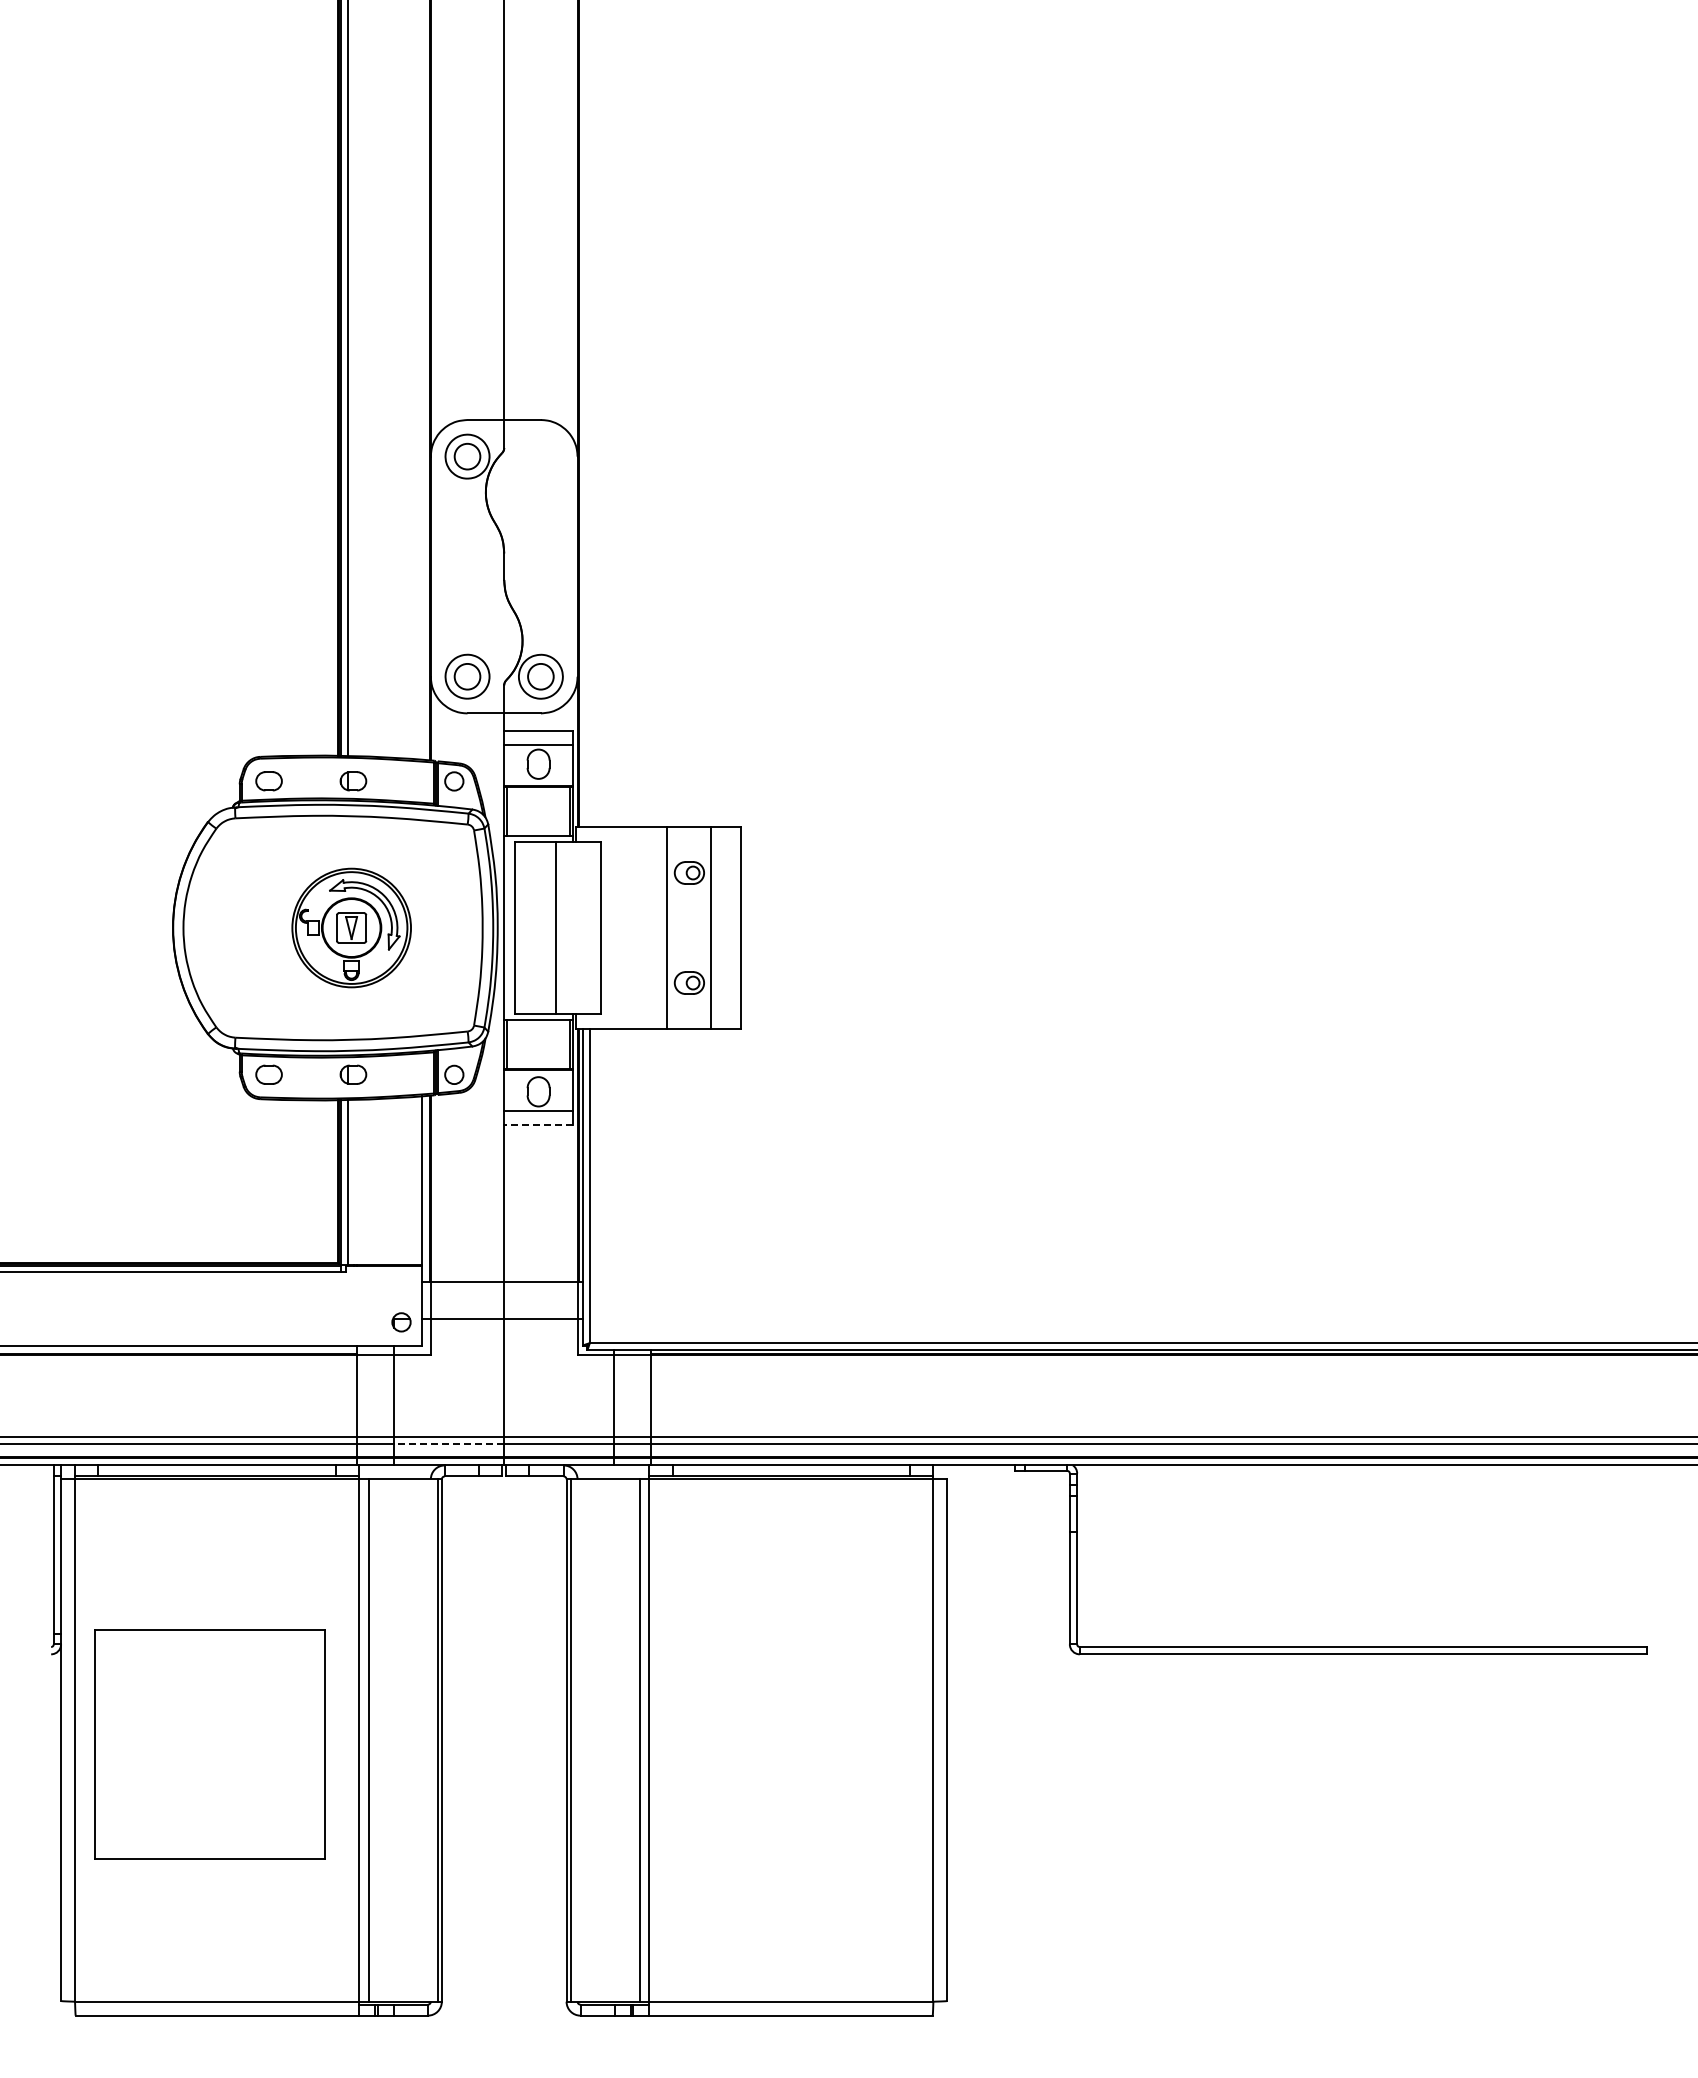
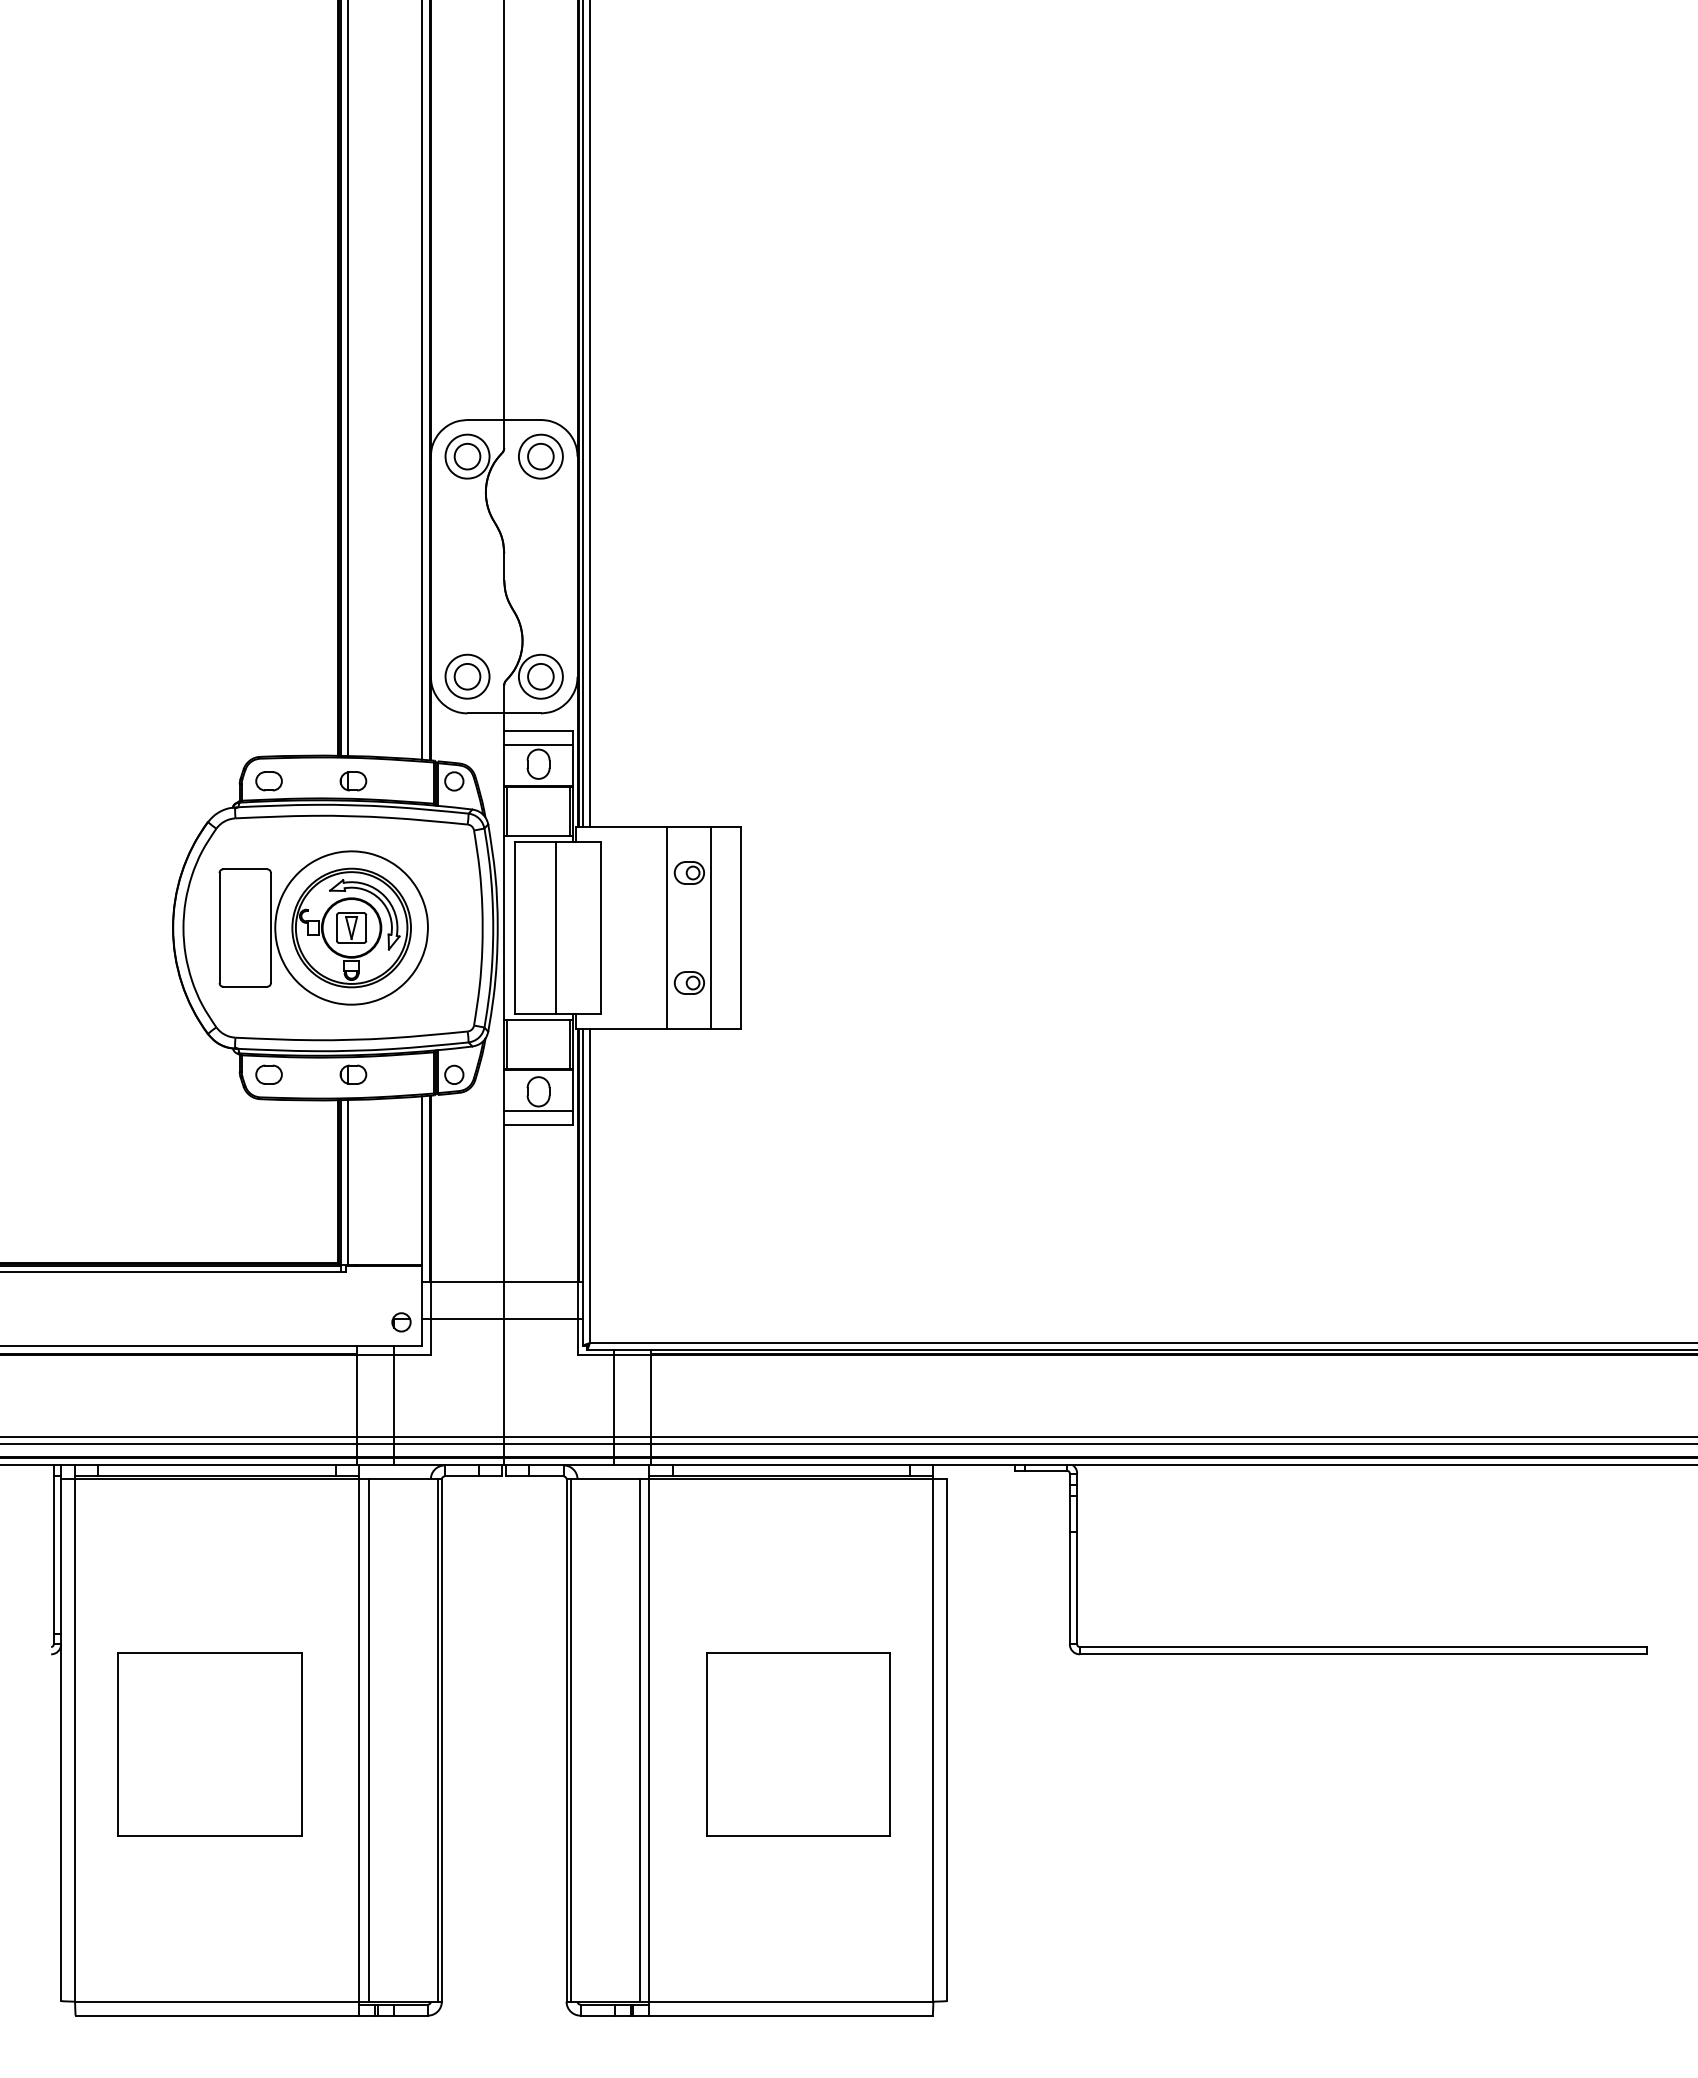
line at (421, 380): none -> present
line at (583, 414): none -> present
line at (589, 414): none -> present
part at (540, 456): none -> present
part at (323, 927): none -> present
line at (538, 1124): dashed -> solid
line at (448, 1444): dashed -> solid
part at (209, 1744) size: 232x231 px -> 186x185 px
part at (798, 1744): none -> present
